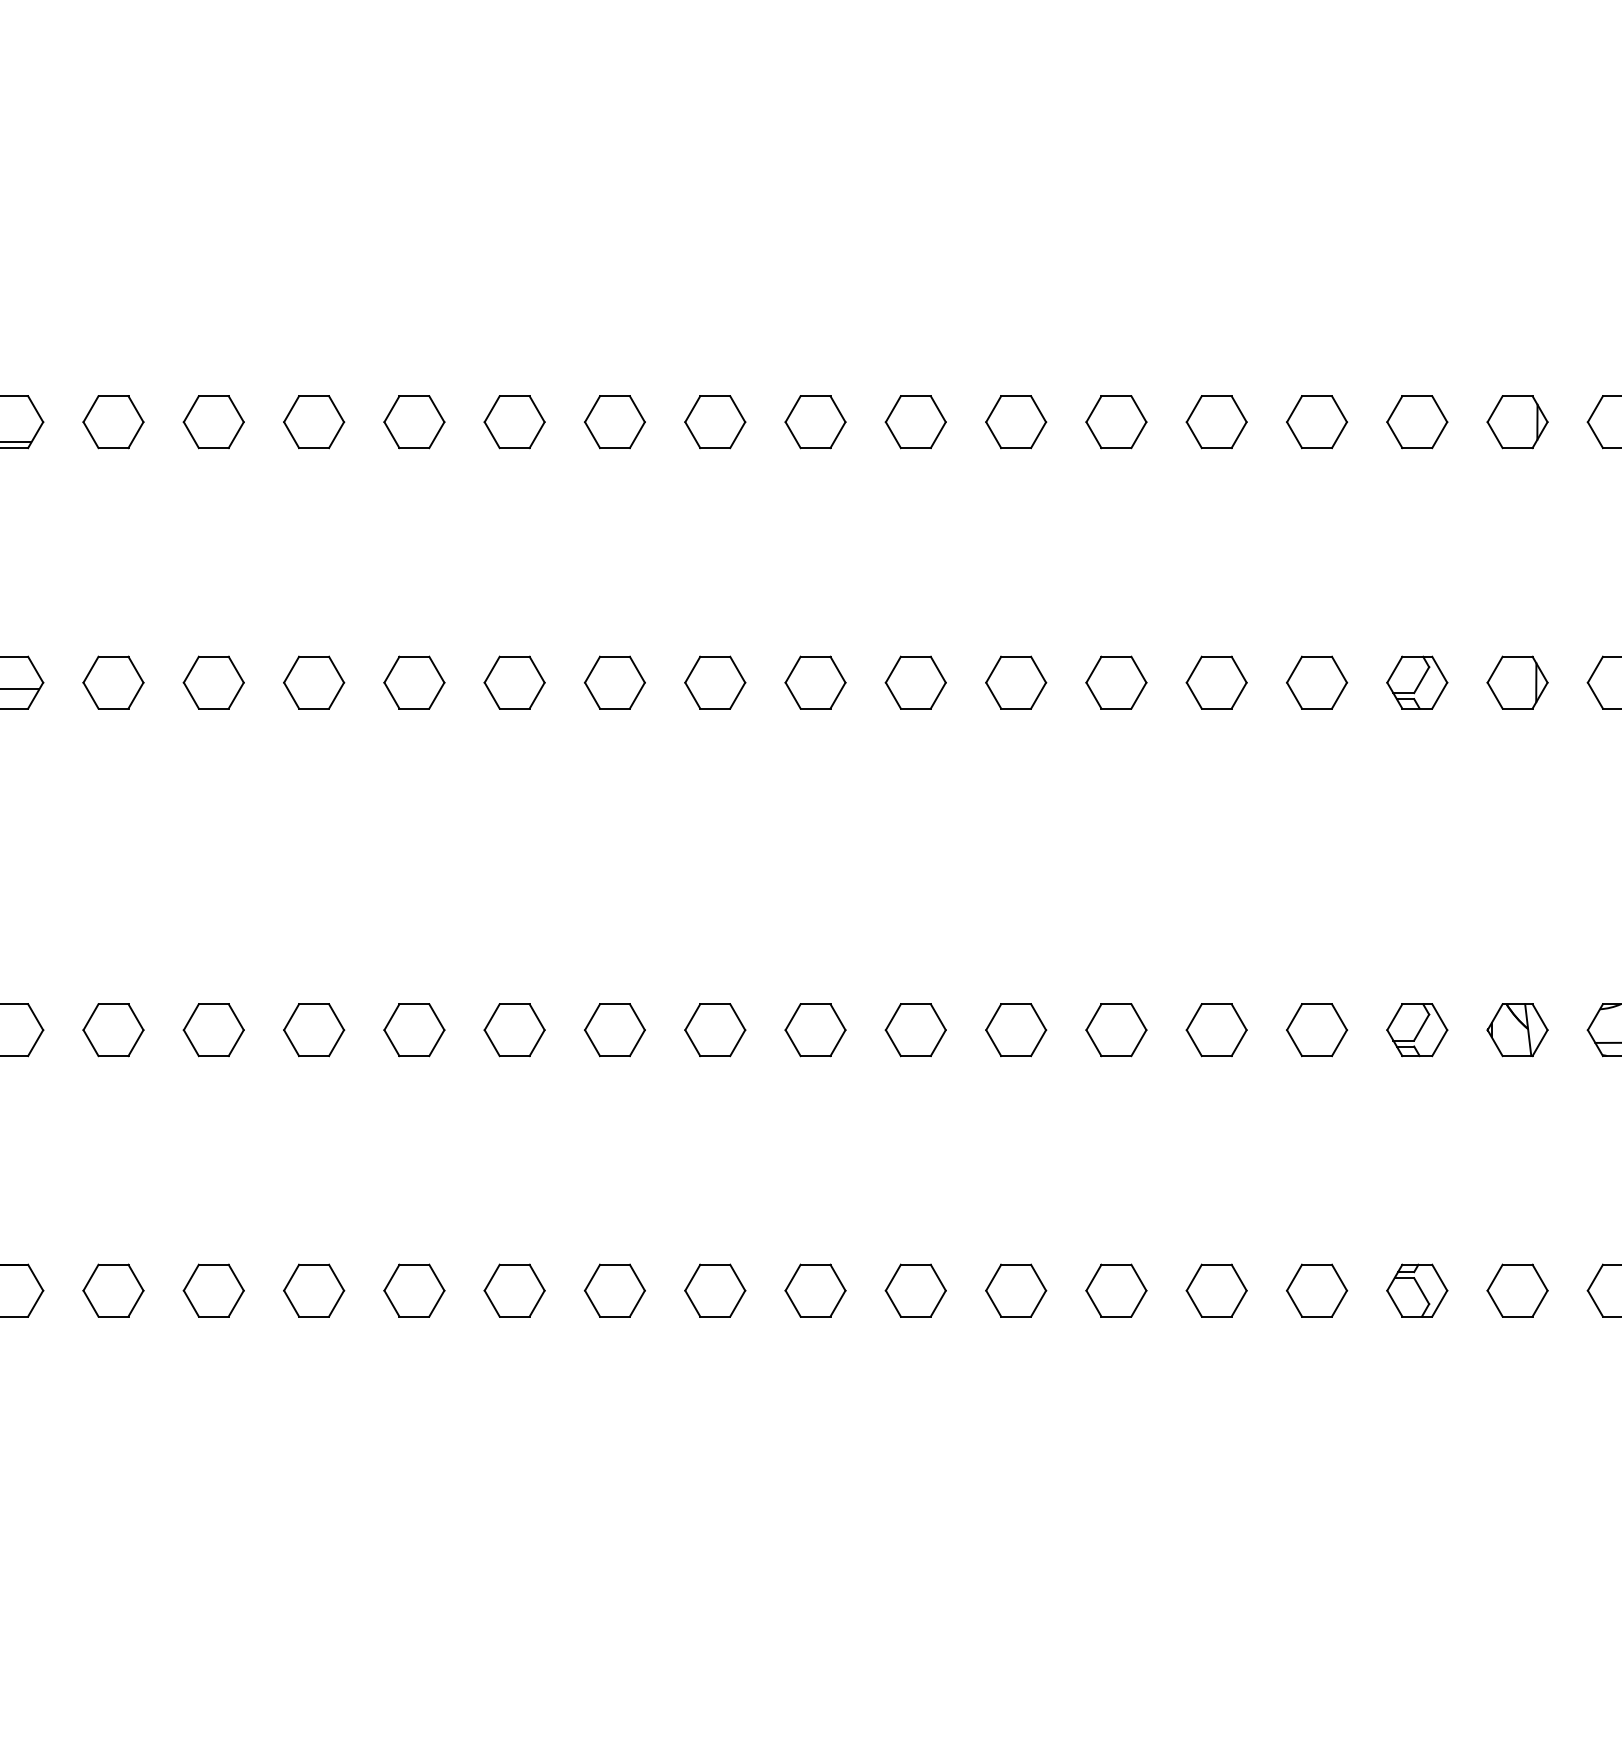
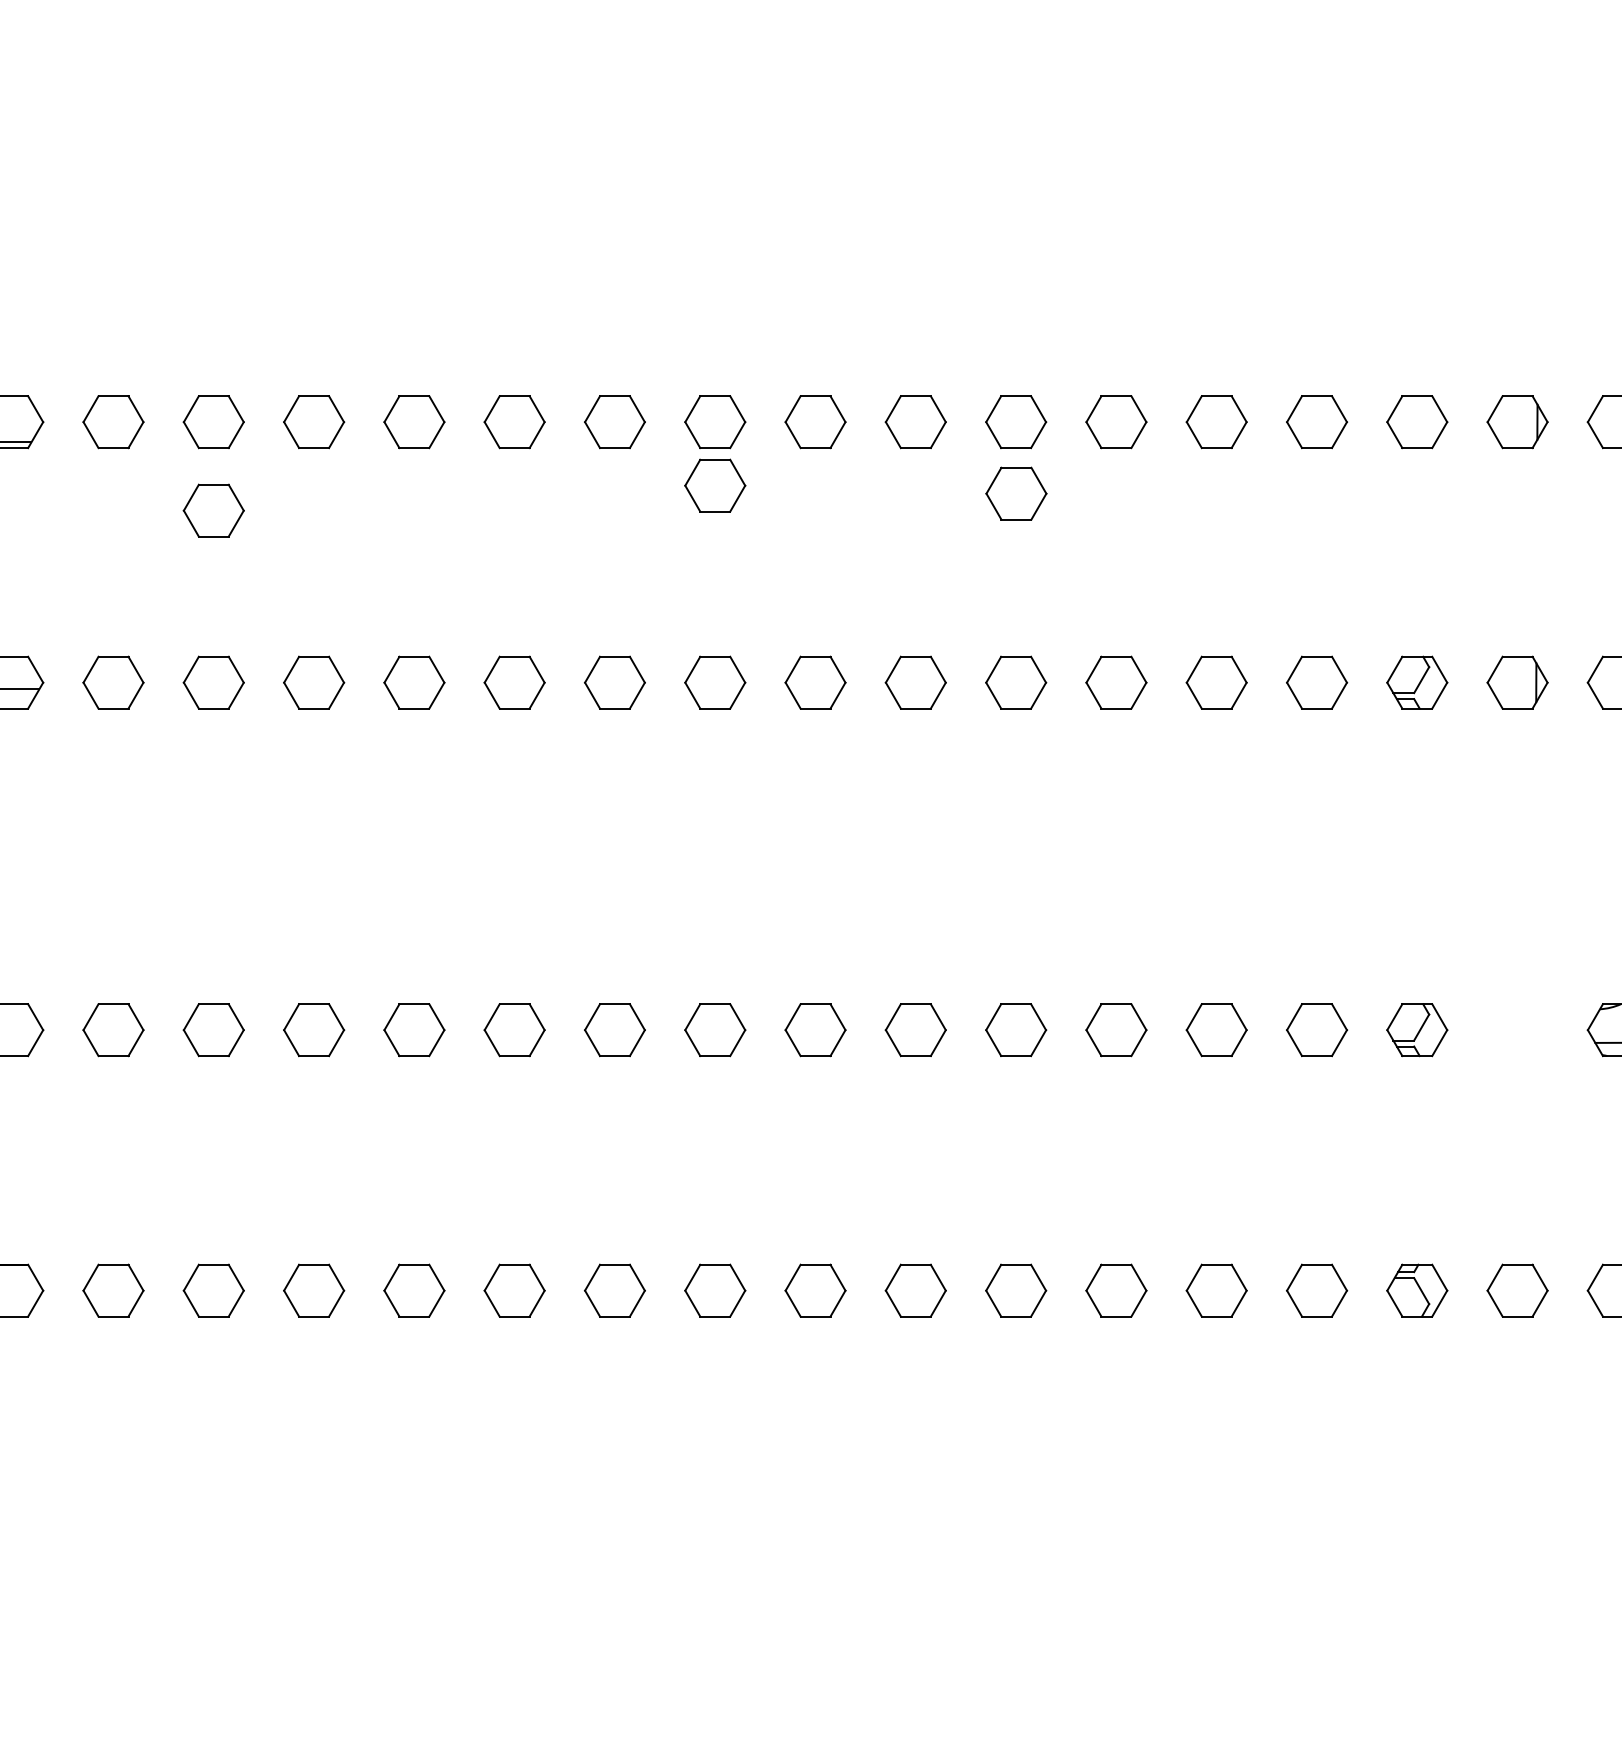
part at (715, 485): none -> present
part at (1016, 493): none -> present
part at (213, 510): none -> present
part at (1517, 1030): present -> none
